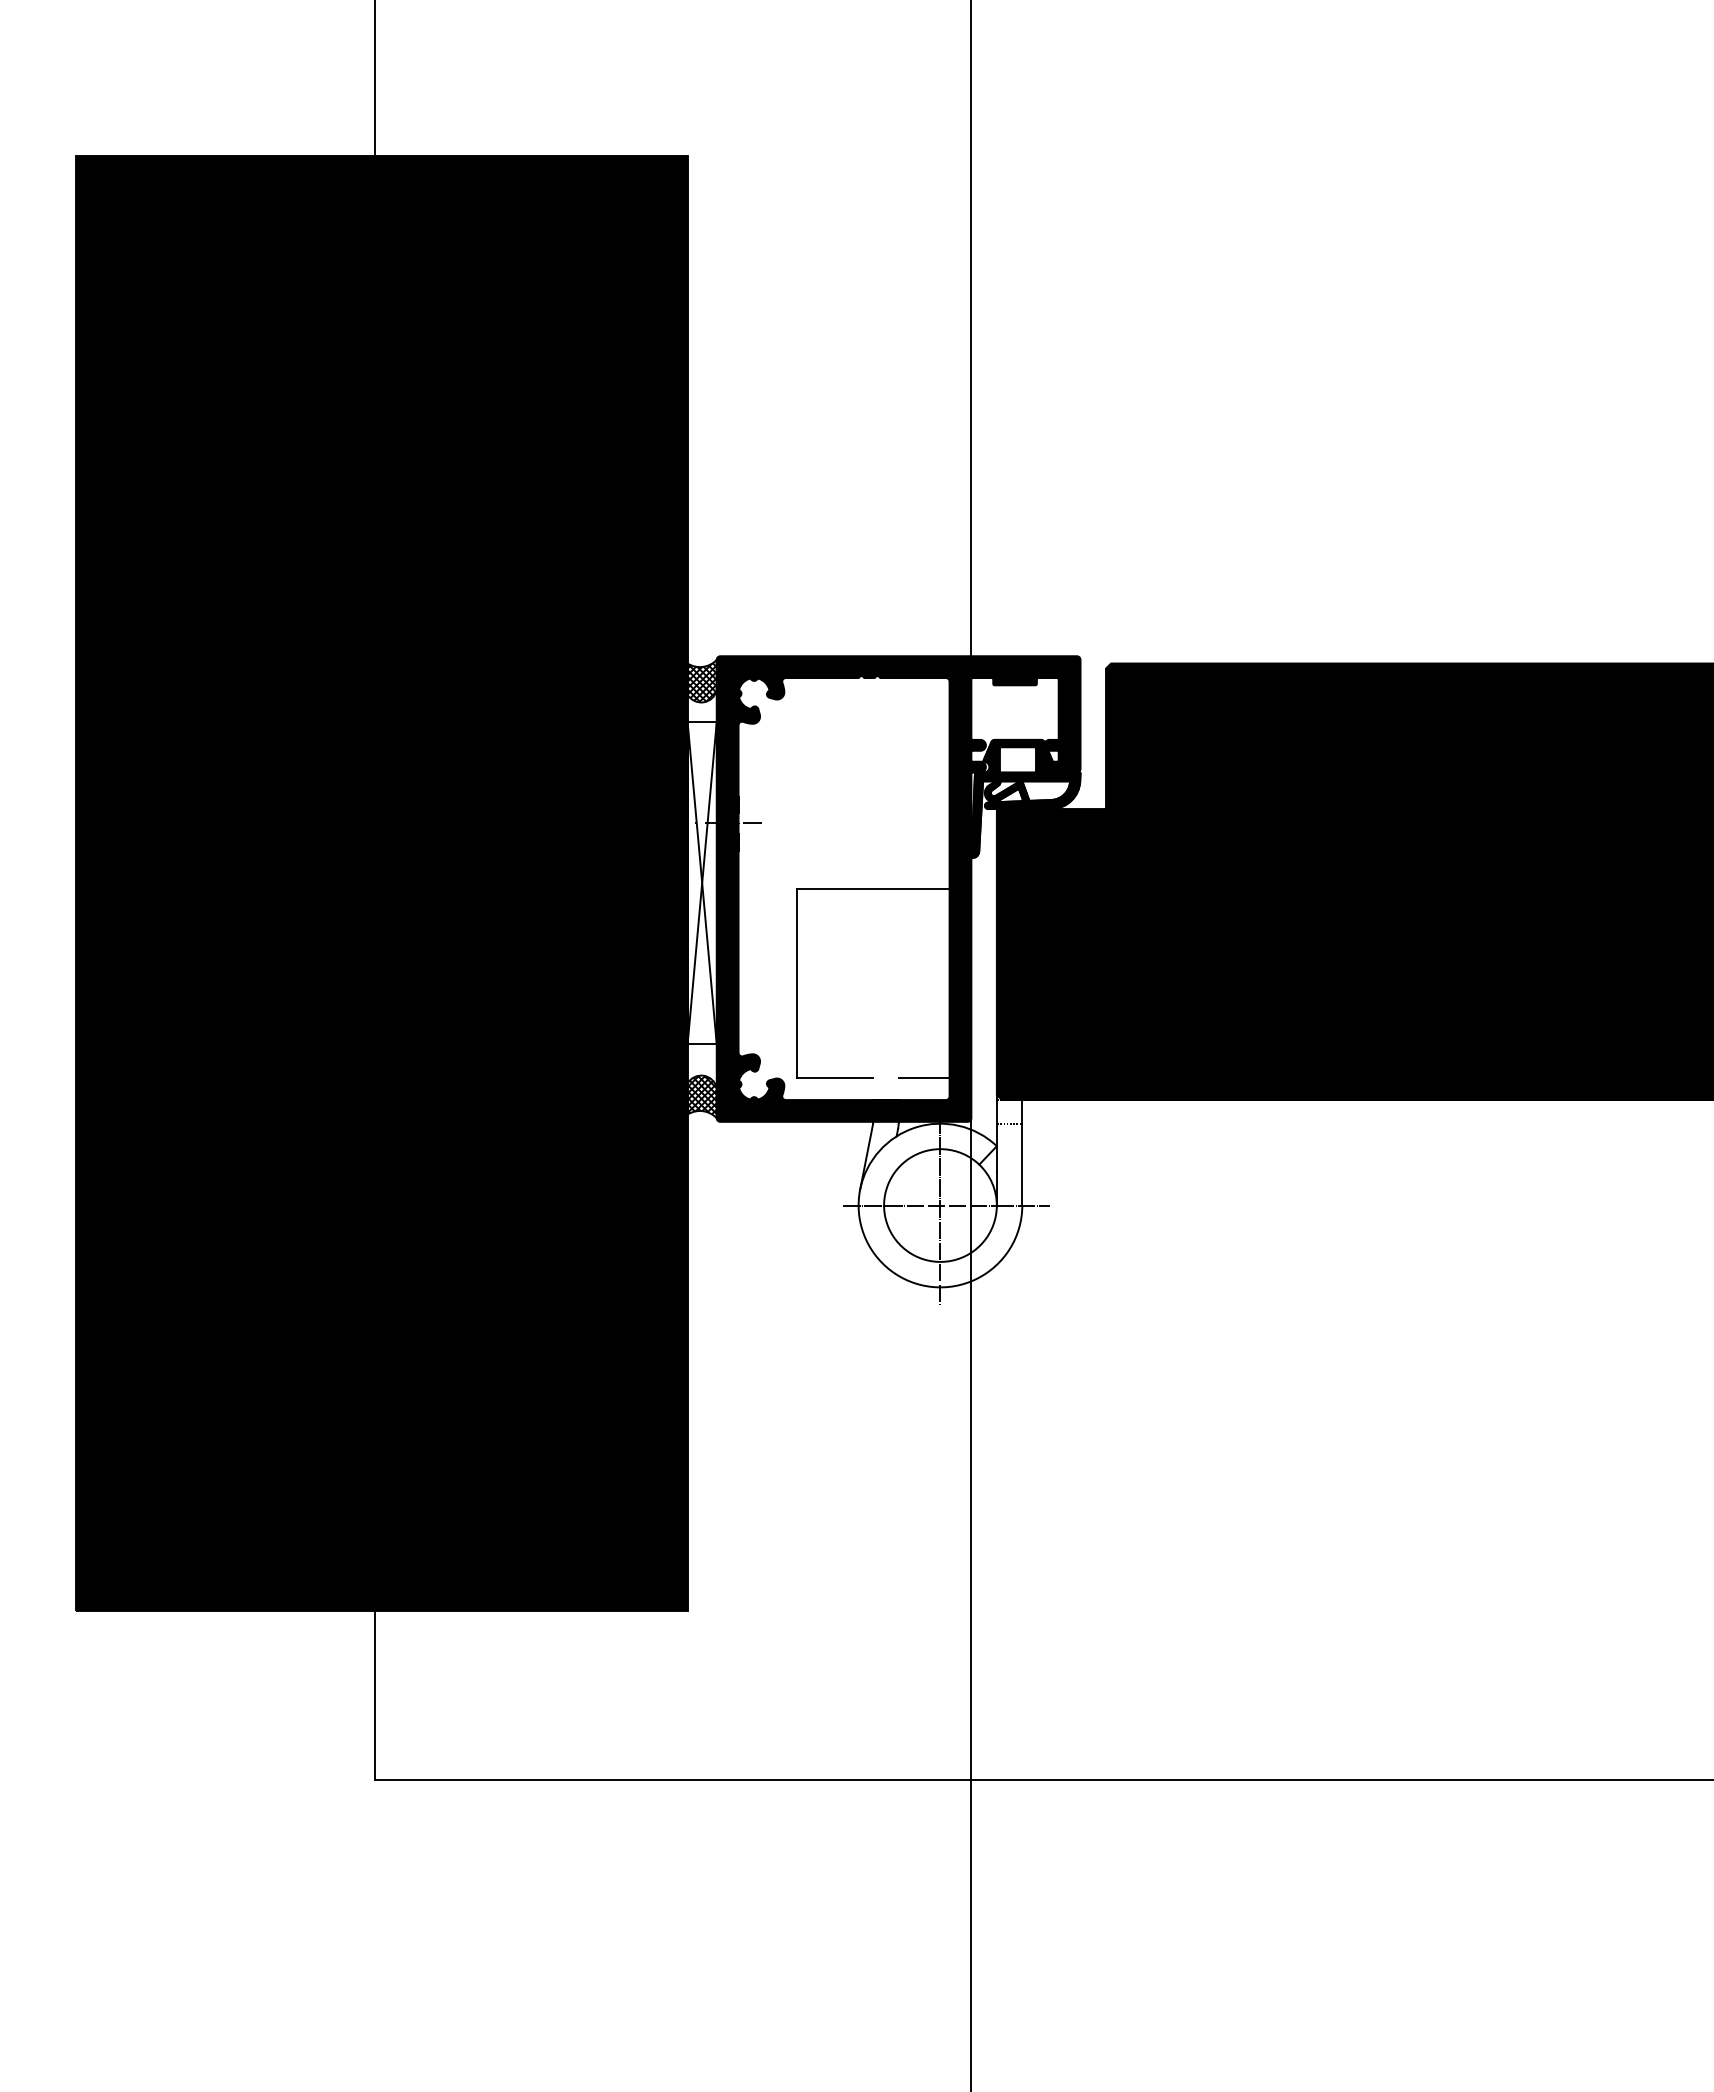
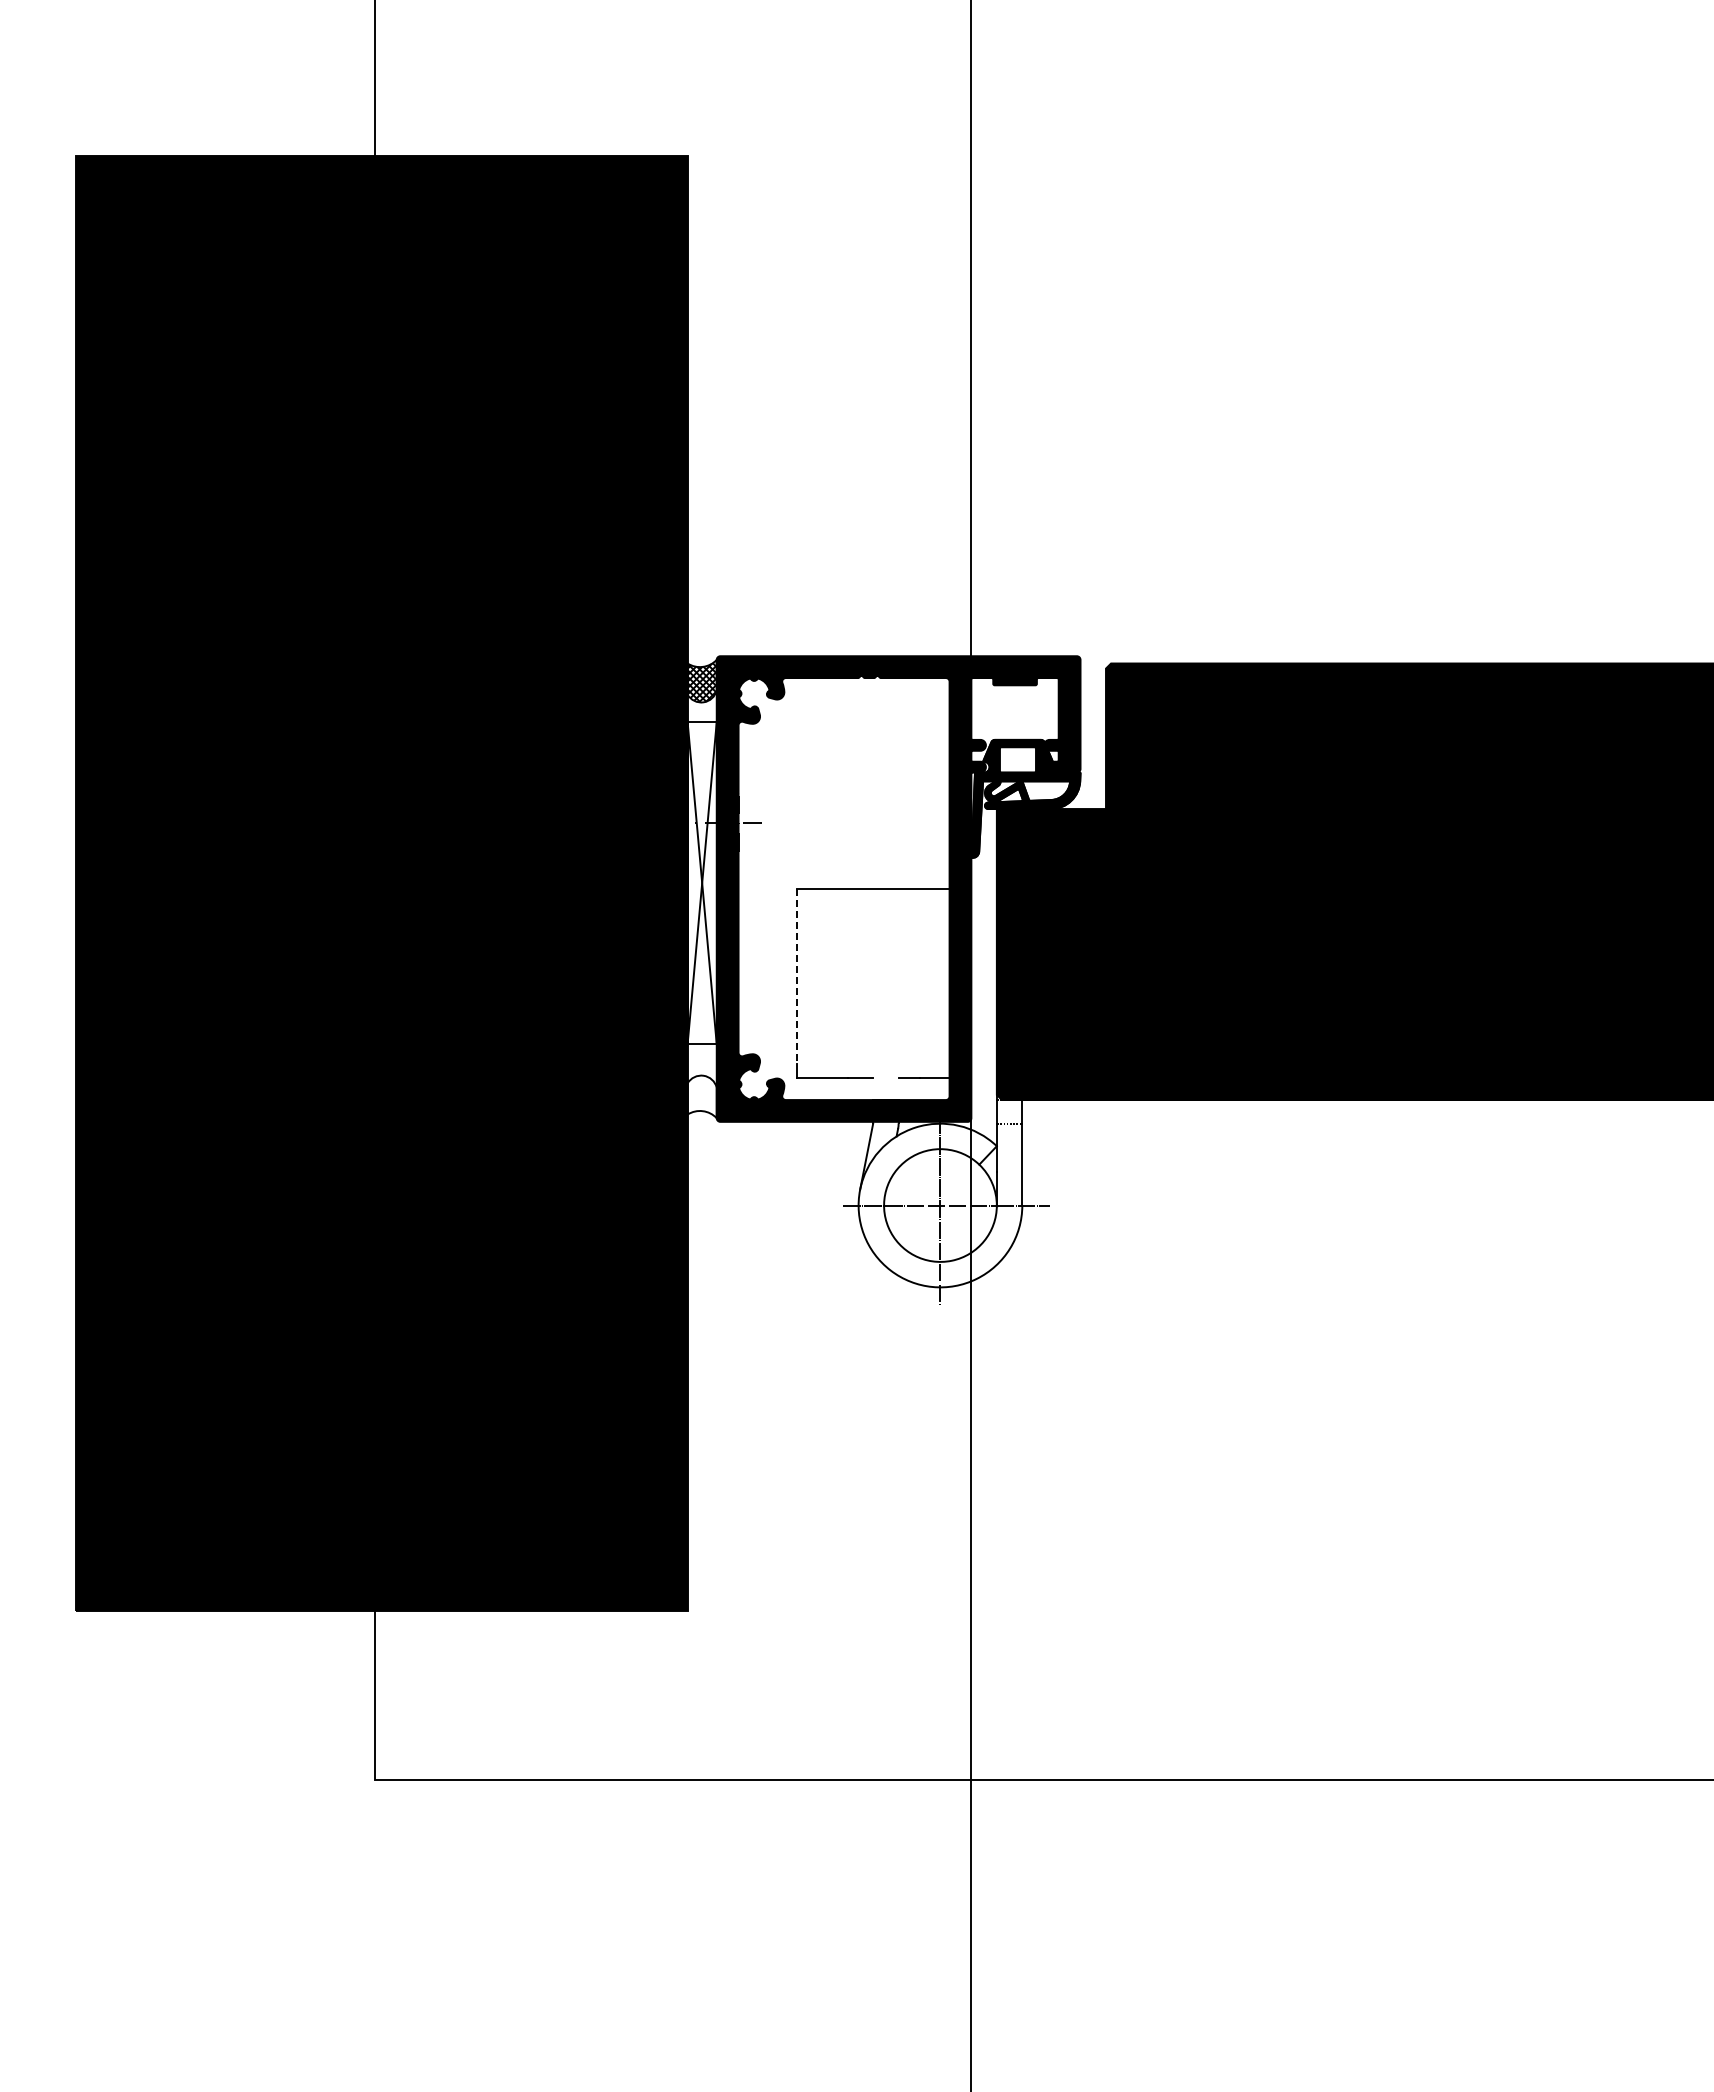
line at (796, 976): solid -> dashed
hatch at (701, 1096): present -> none
